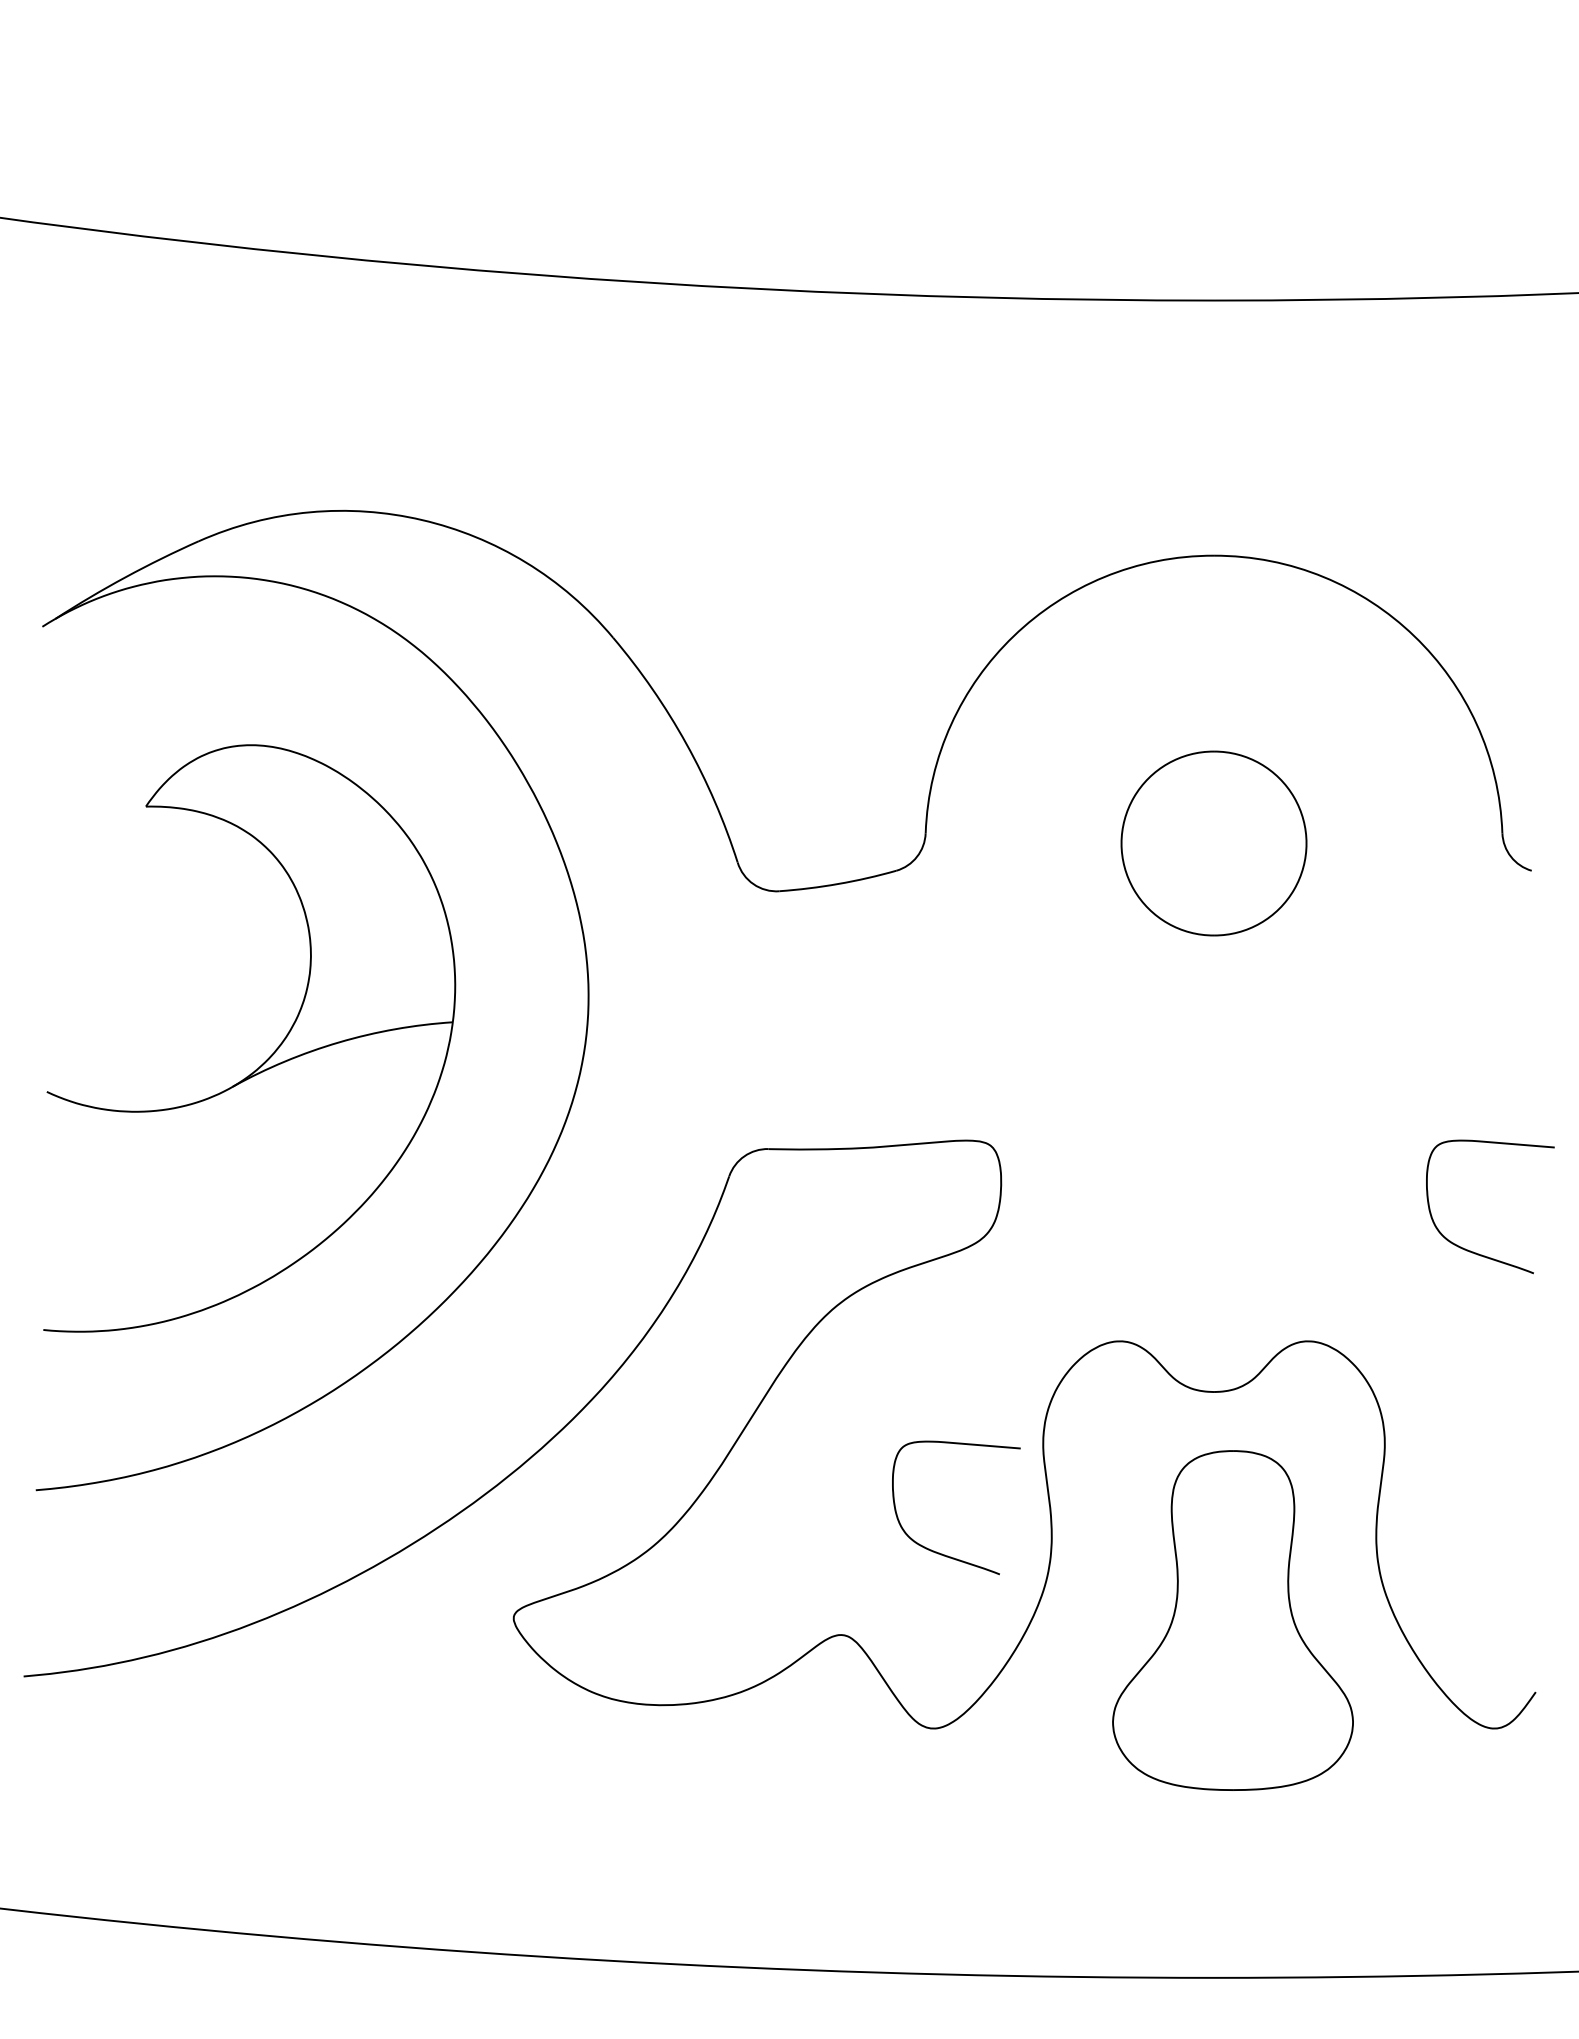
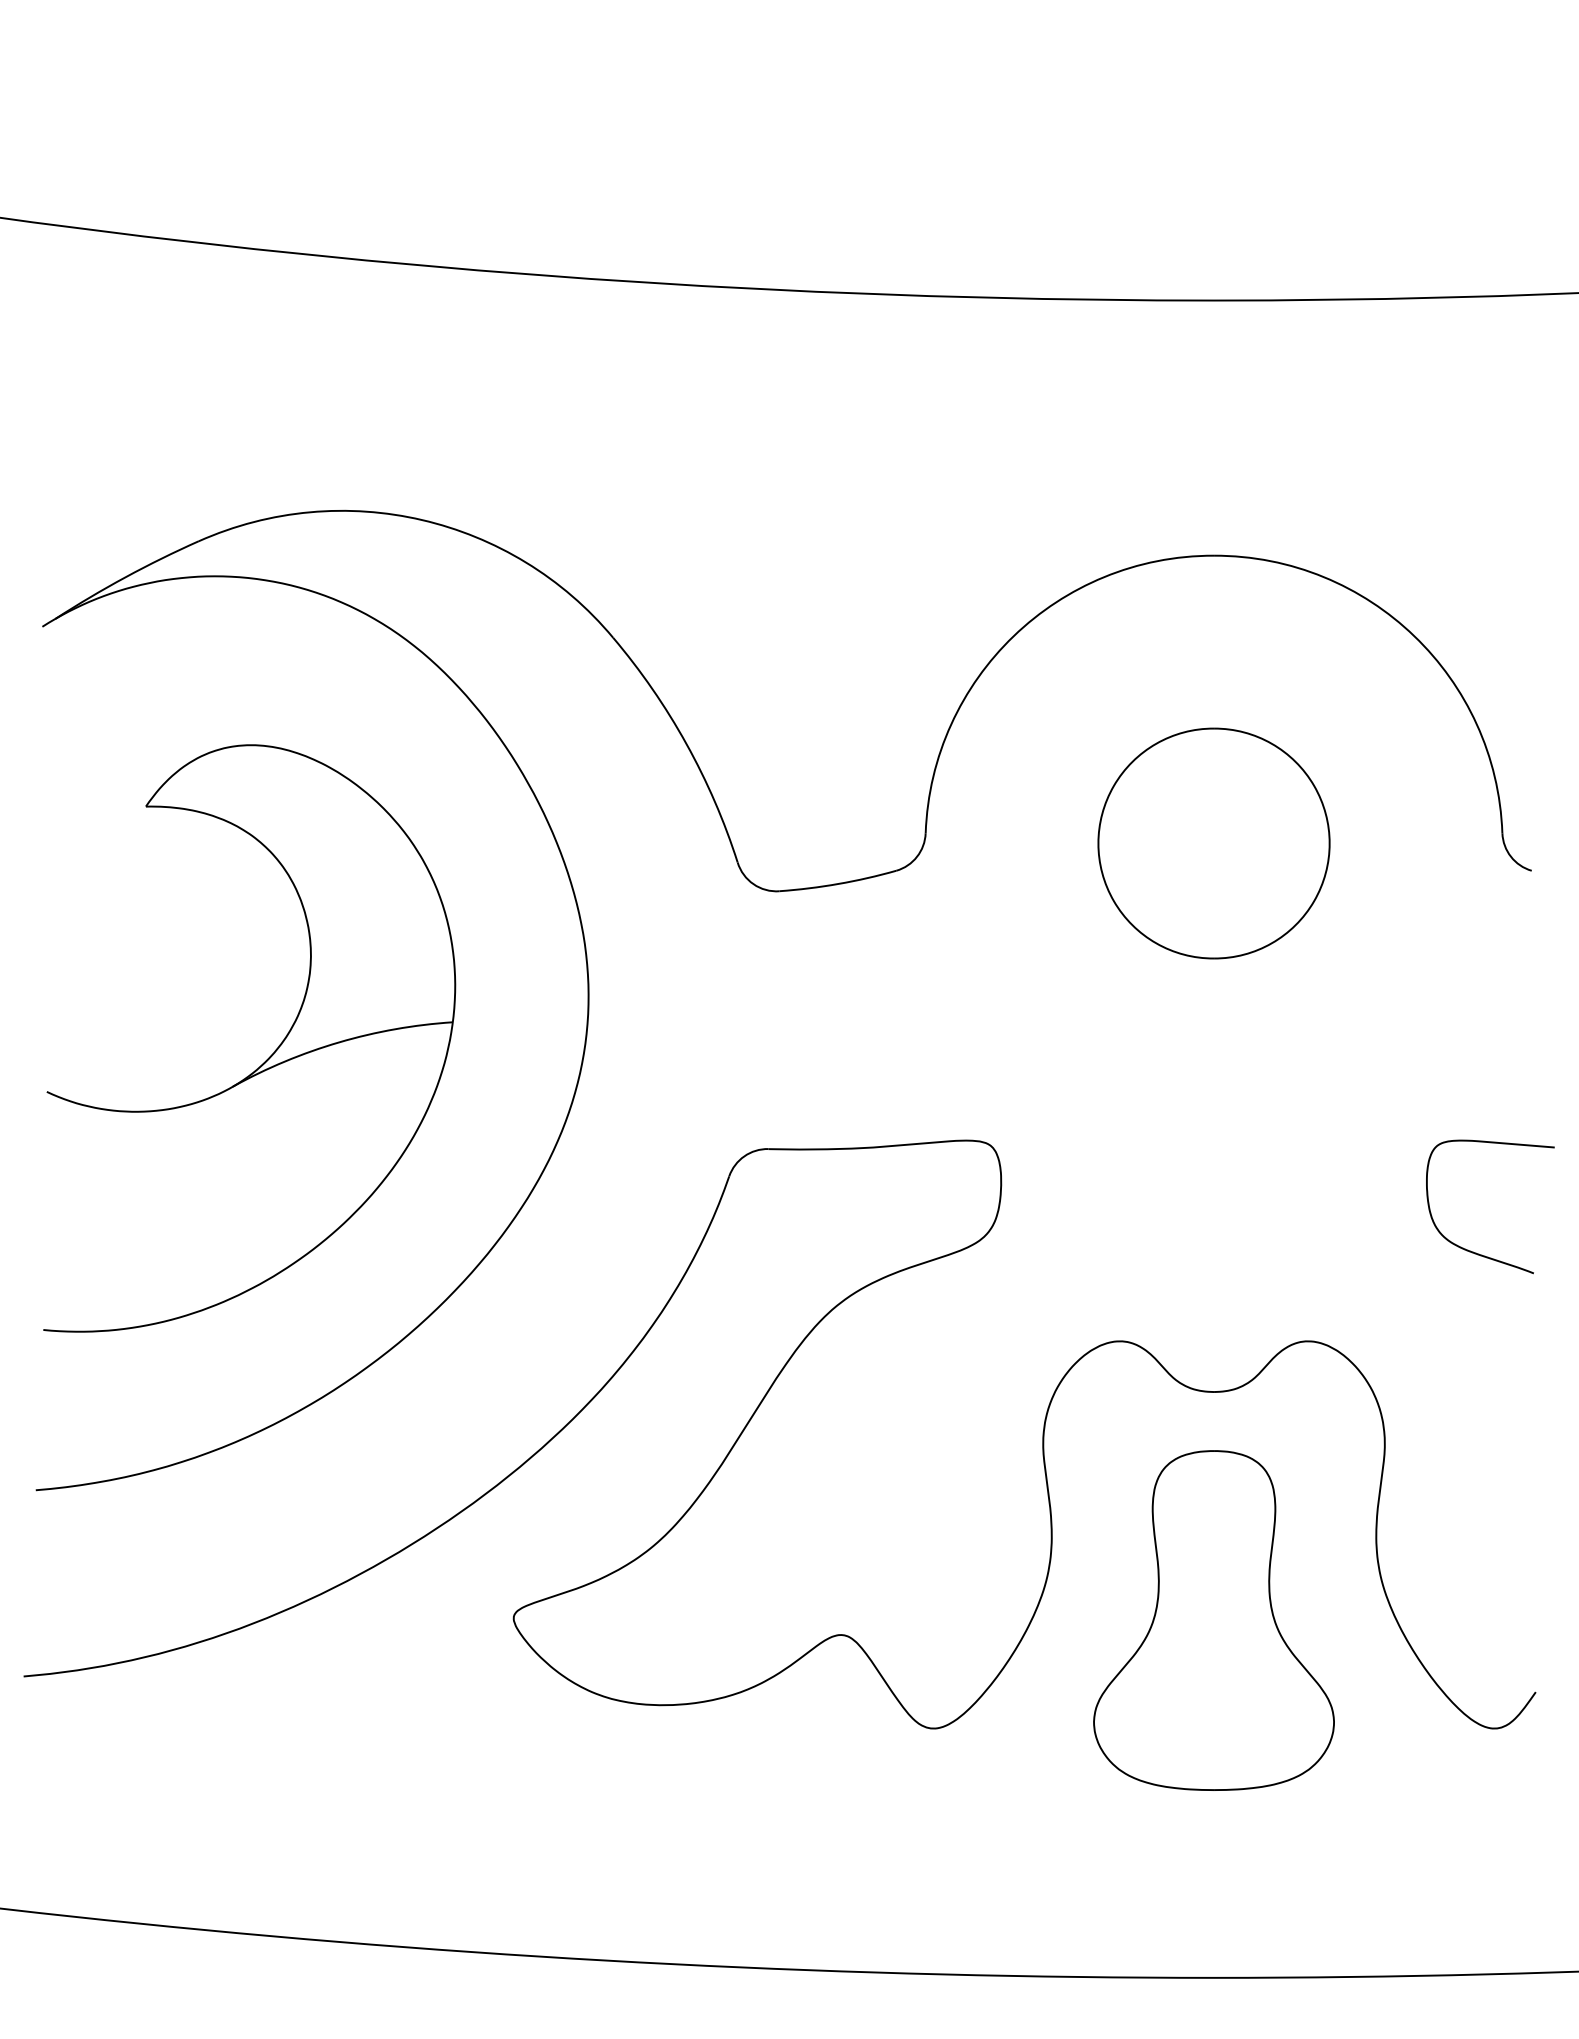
part at (1213, 843) size: 188x187 px -> 234x233 px
curve at (942, 1553): present -> none
part at (1232, 1620) position: (1232, 1620) -> (1213, 1620)
